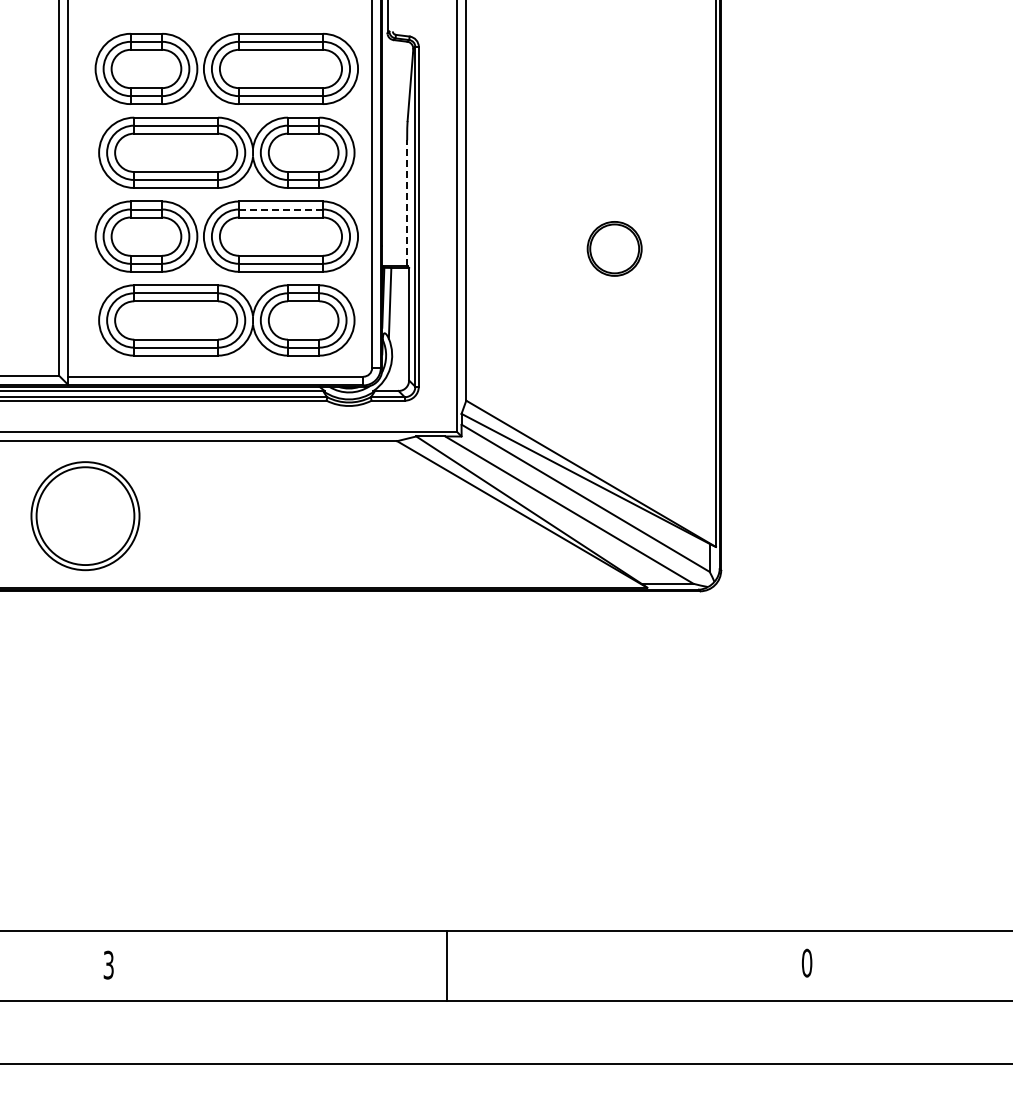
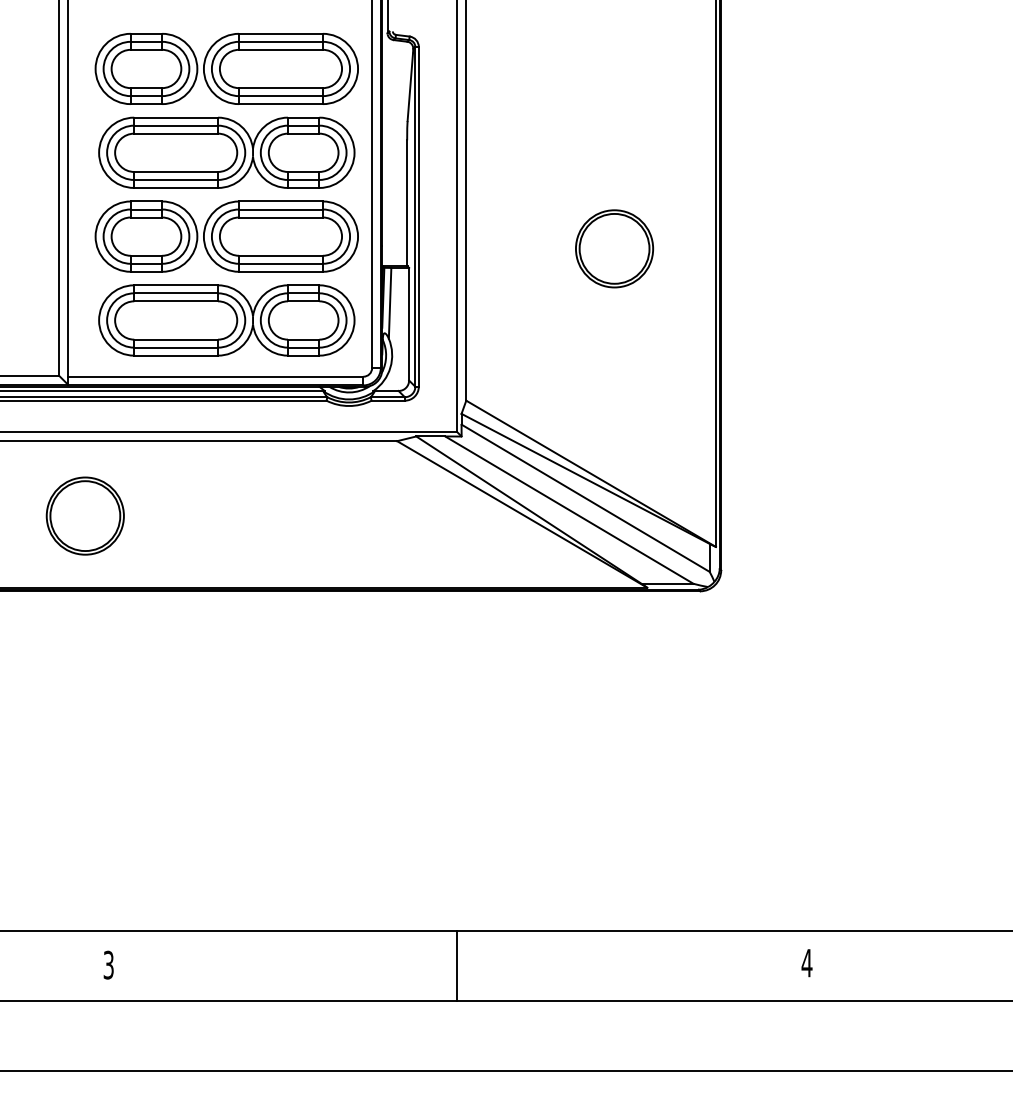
line at (407, 202): dashed -> solid
line at (280, 209): dashed -> solid
part at (614, 248) size: 57x56 px -> 80x80 px
part at (85, 516) size: 111x111 px -> 80x80 px
text at (806, 962): 0 -> 4
line at (447, 966) position: (447, 966) -> (457, 966)
line at (505, 1063) position: (505, 1063) -> (505, 1070)
